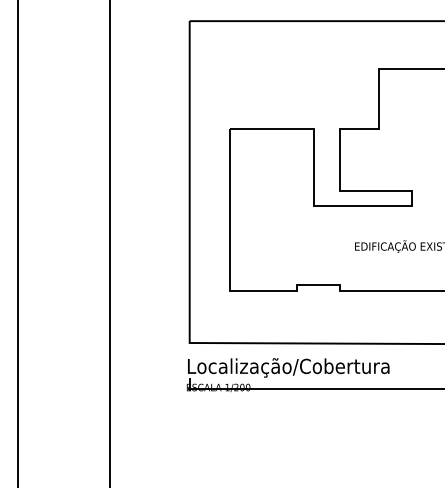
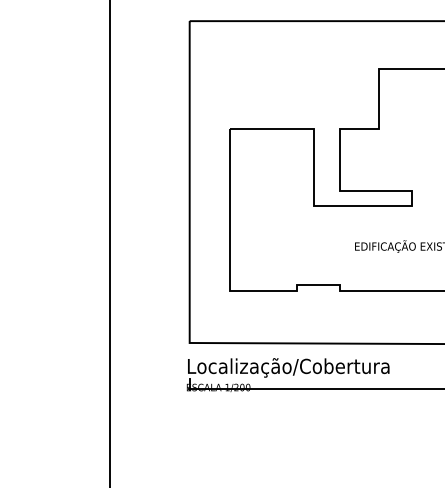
line at (17, 243): present -> none
